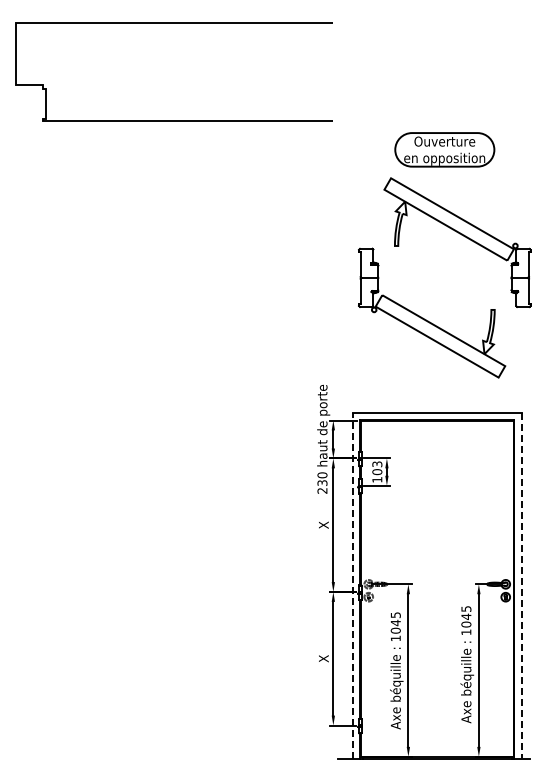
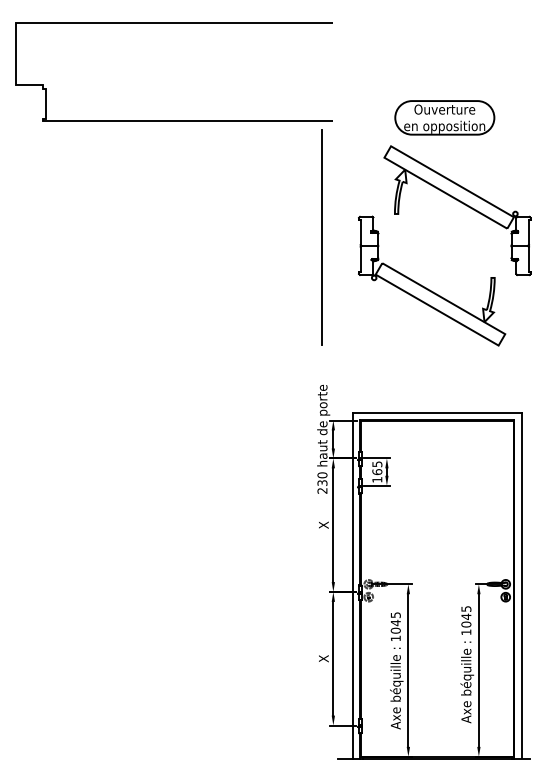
part at (459, 234) position: (459, 234) -> (459, 202)
line at (321, 237): none -> present
text at (376, 467): 103 -> 165
line at (353, 585): dashed -> solid
line at (521, 585): dashed -> solid
